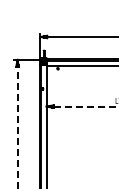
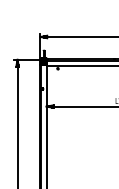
line at (86, 106): dashed -> solid
line at (17, 127): dashed -> solid
